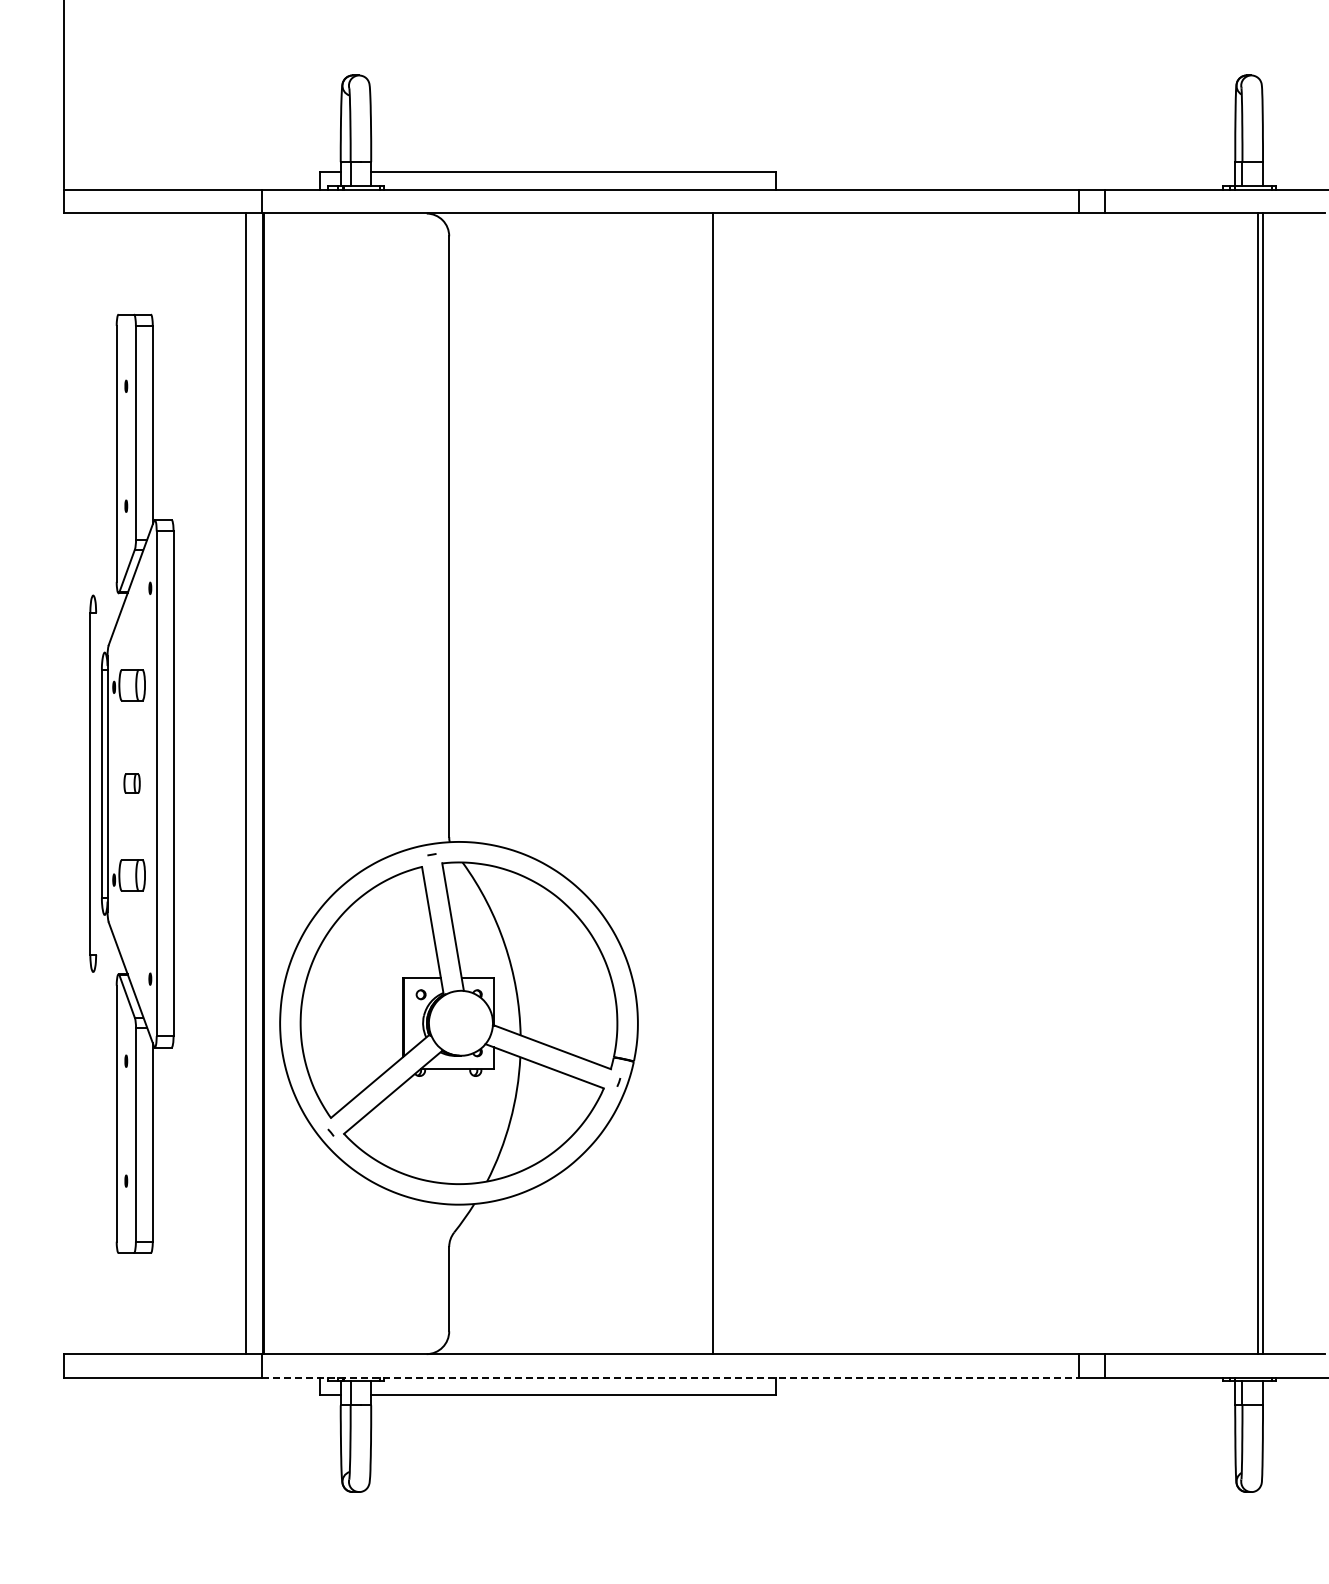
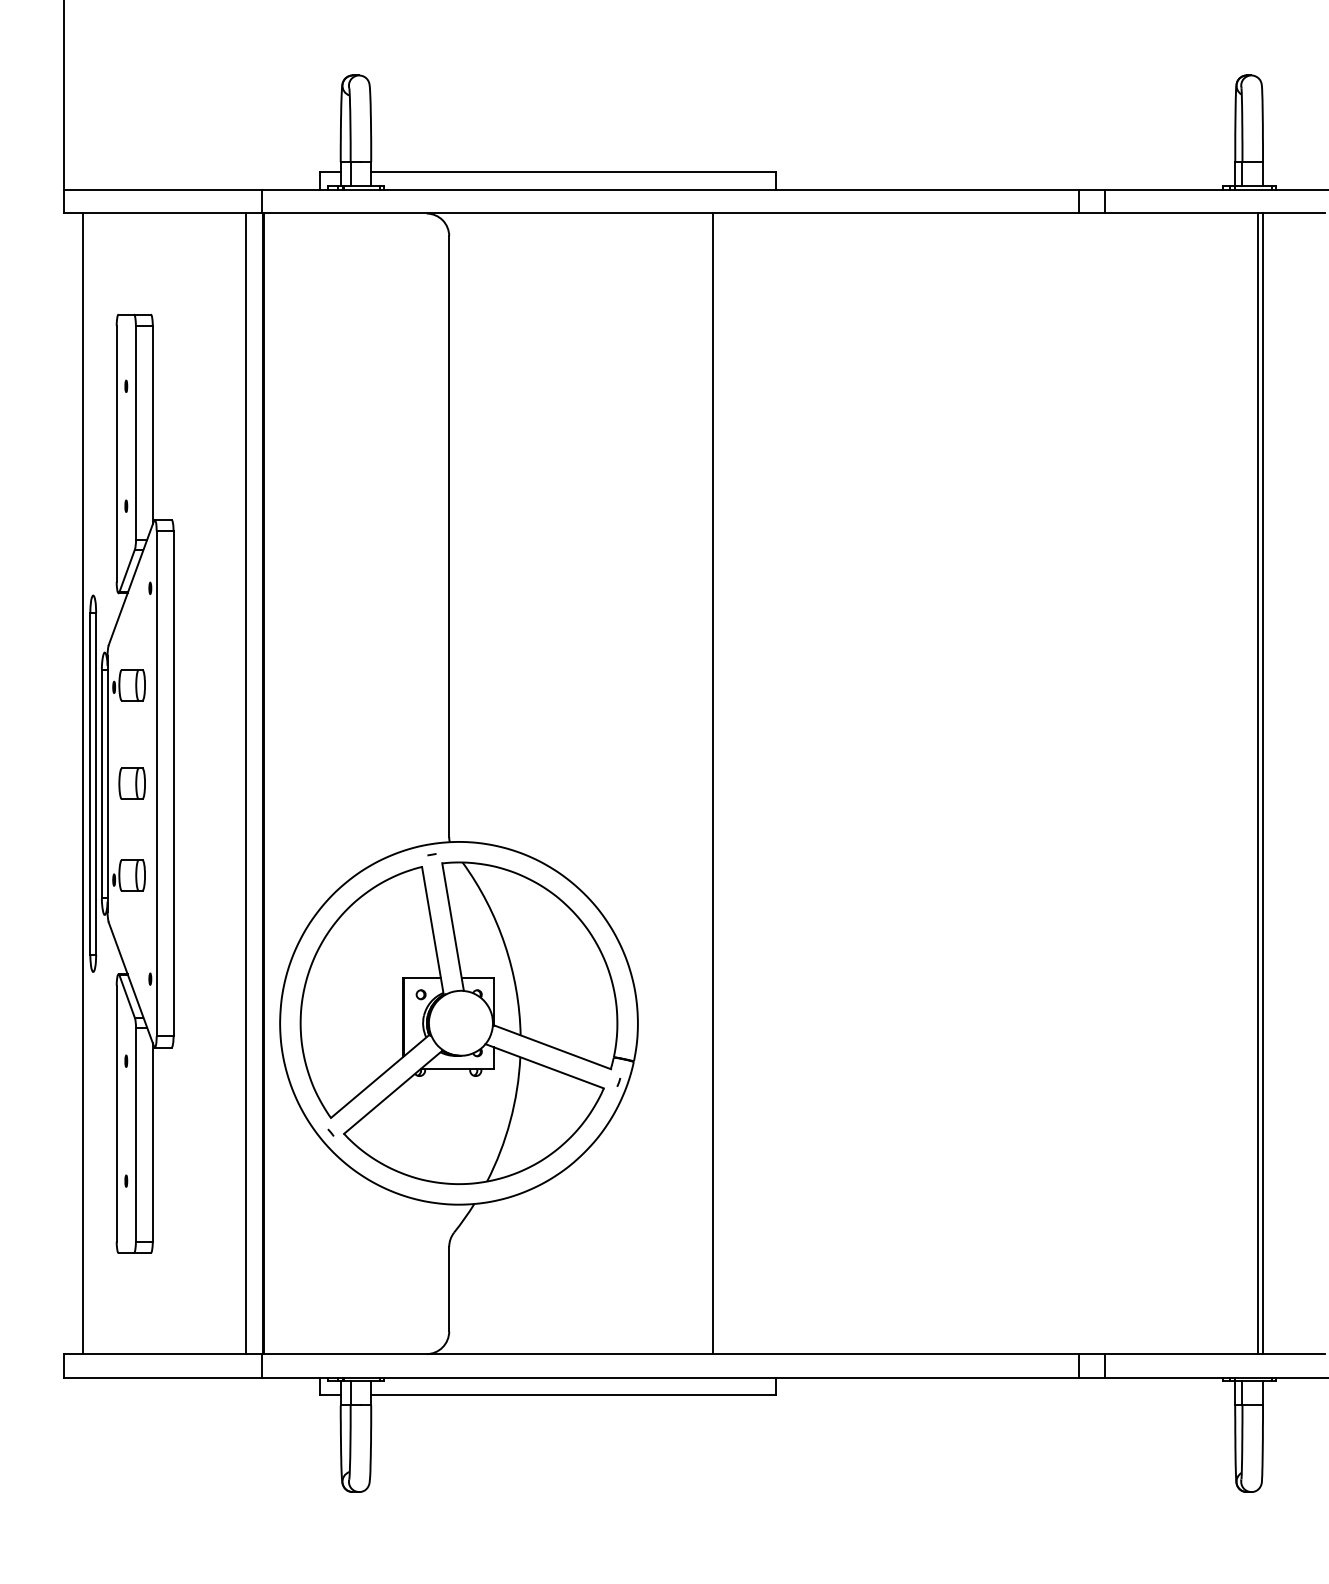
line at (82, 783): none -> present
line at (96, 783): none -> present
part at (131, 783) size: 18x21 px -> 28x33 px
line at (670, 1377): dashed -> solid
